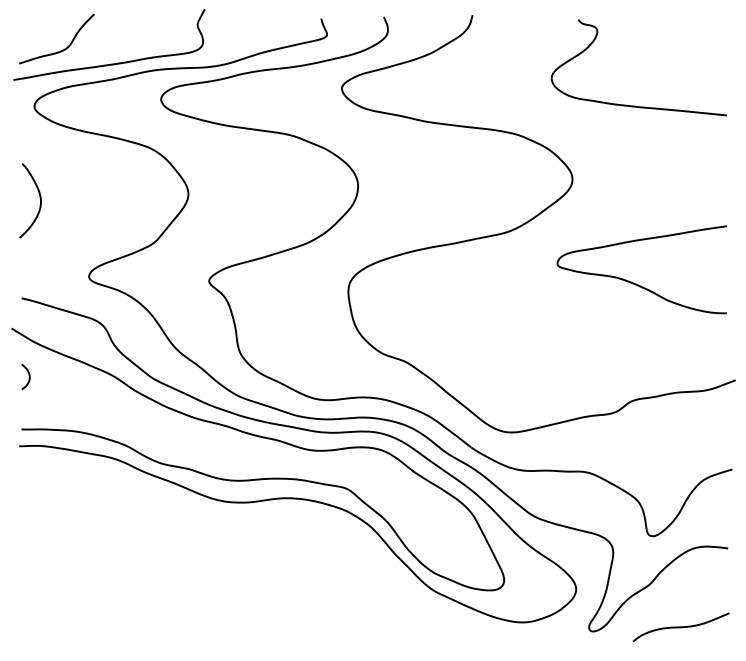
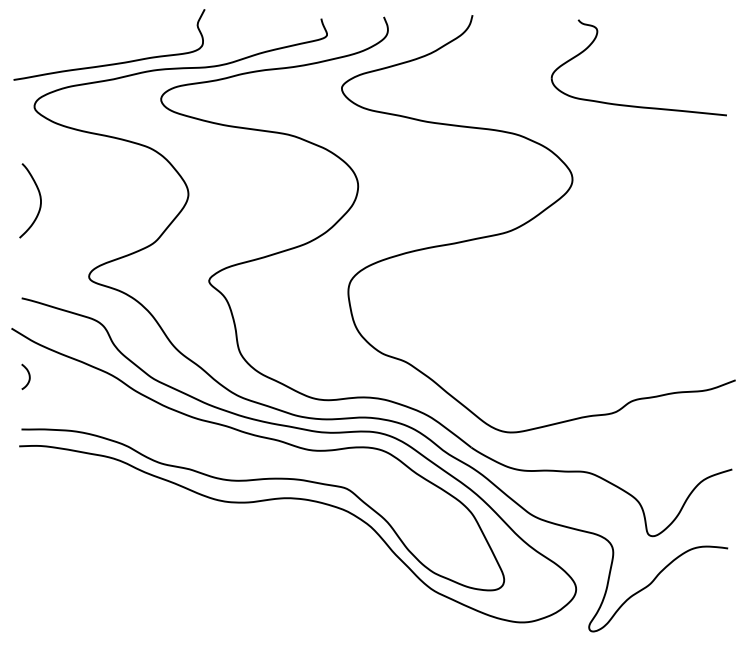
curve at (62, 49): present -> none
curve at (636, 283): present -> none
curve at (680, 627): present -> none
